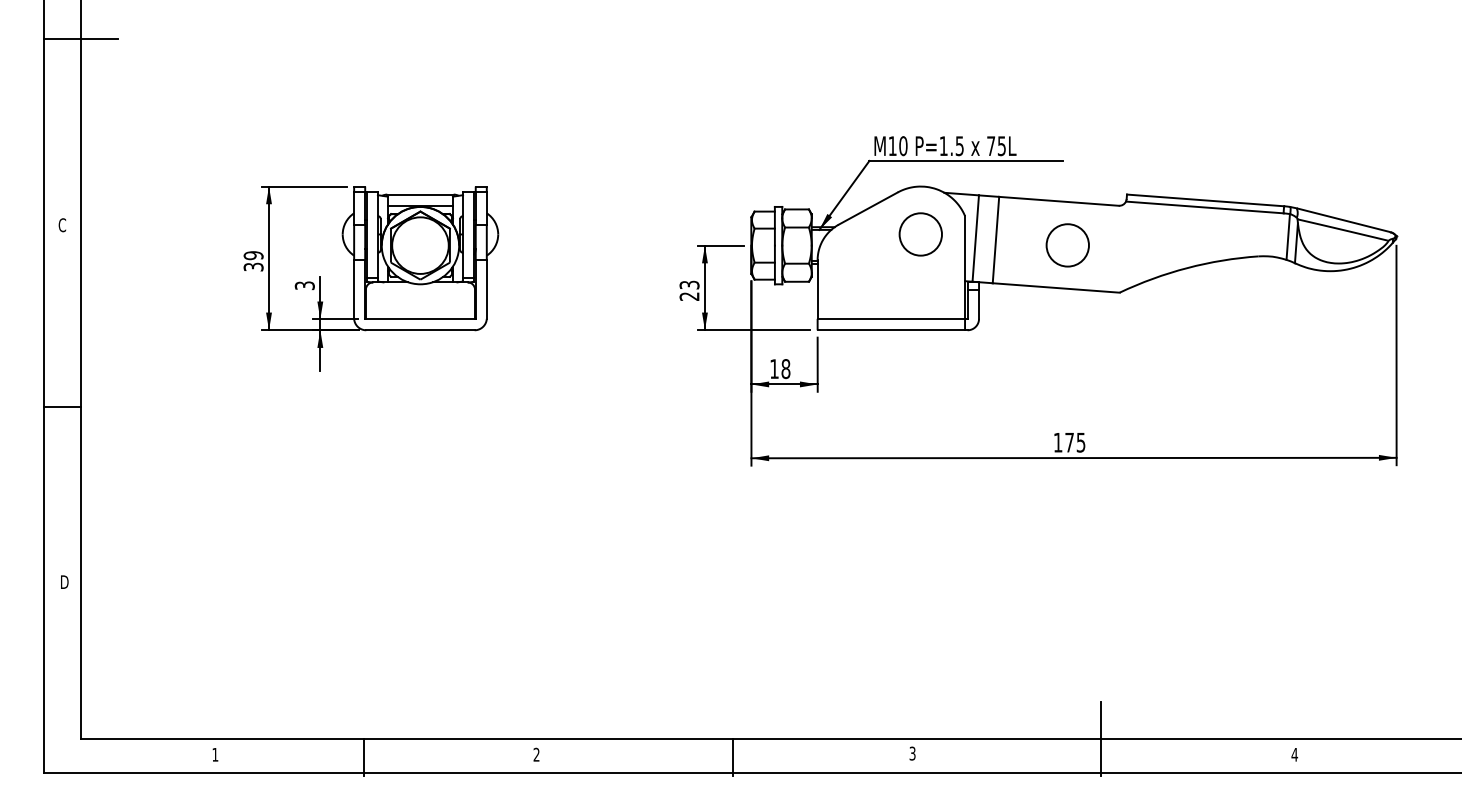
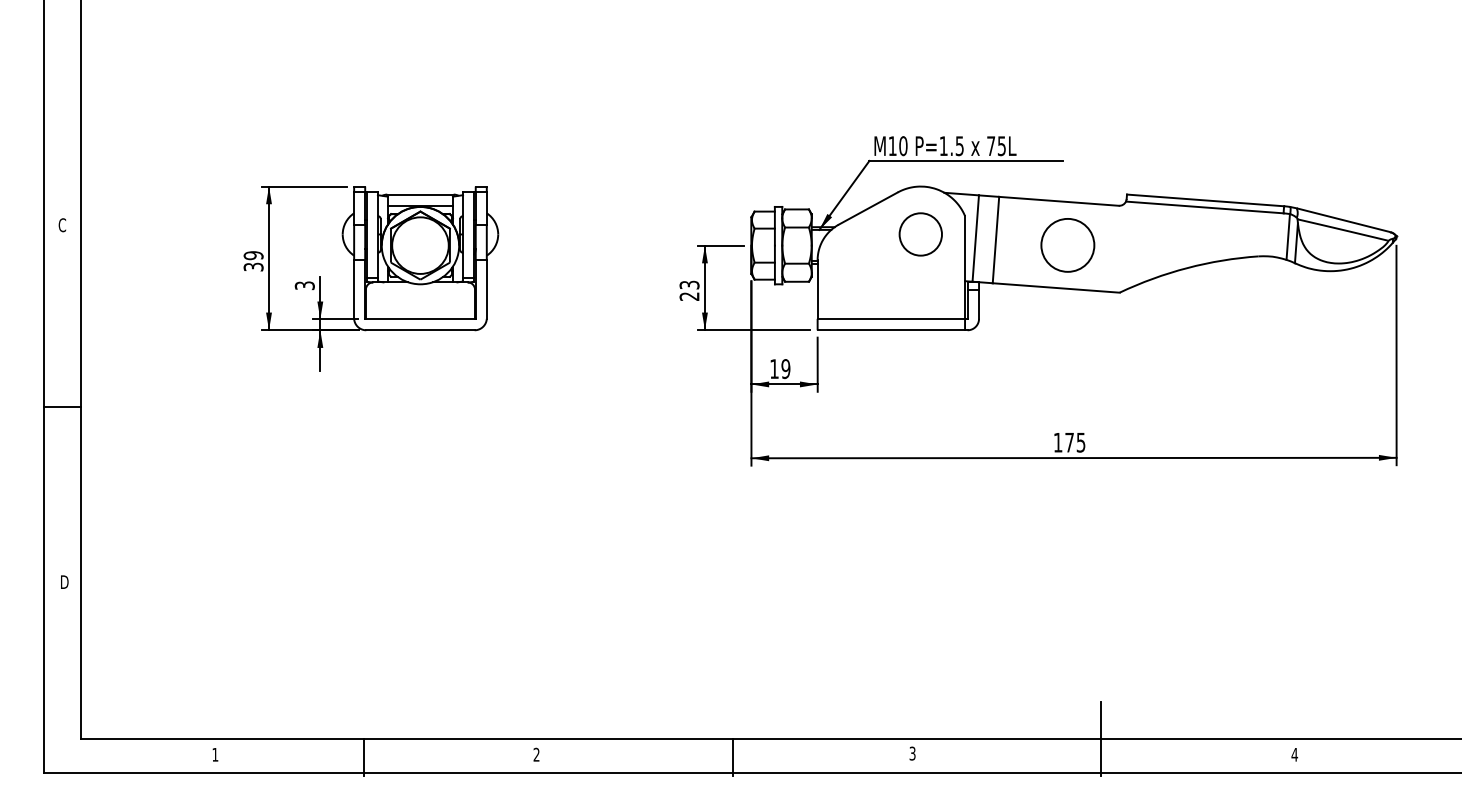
line at (80, 38): present -> none
circle at (1067, 245) size: 45x45 px -> 56x55 px
text at (785, 369): 18 -> 19
